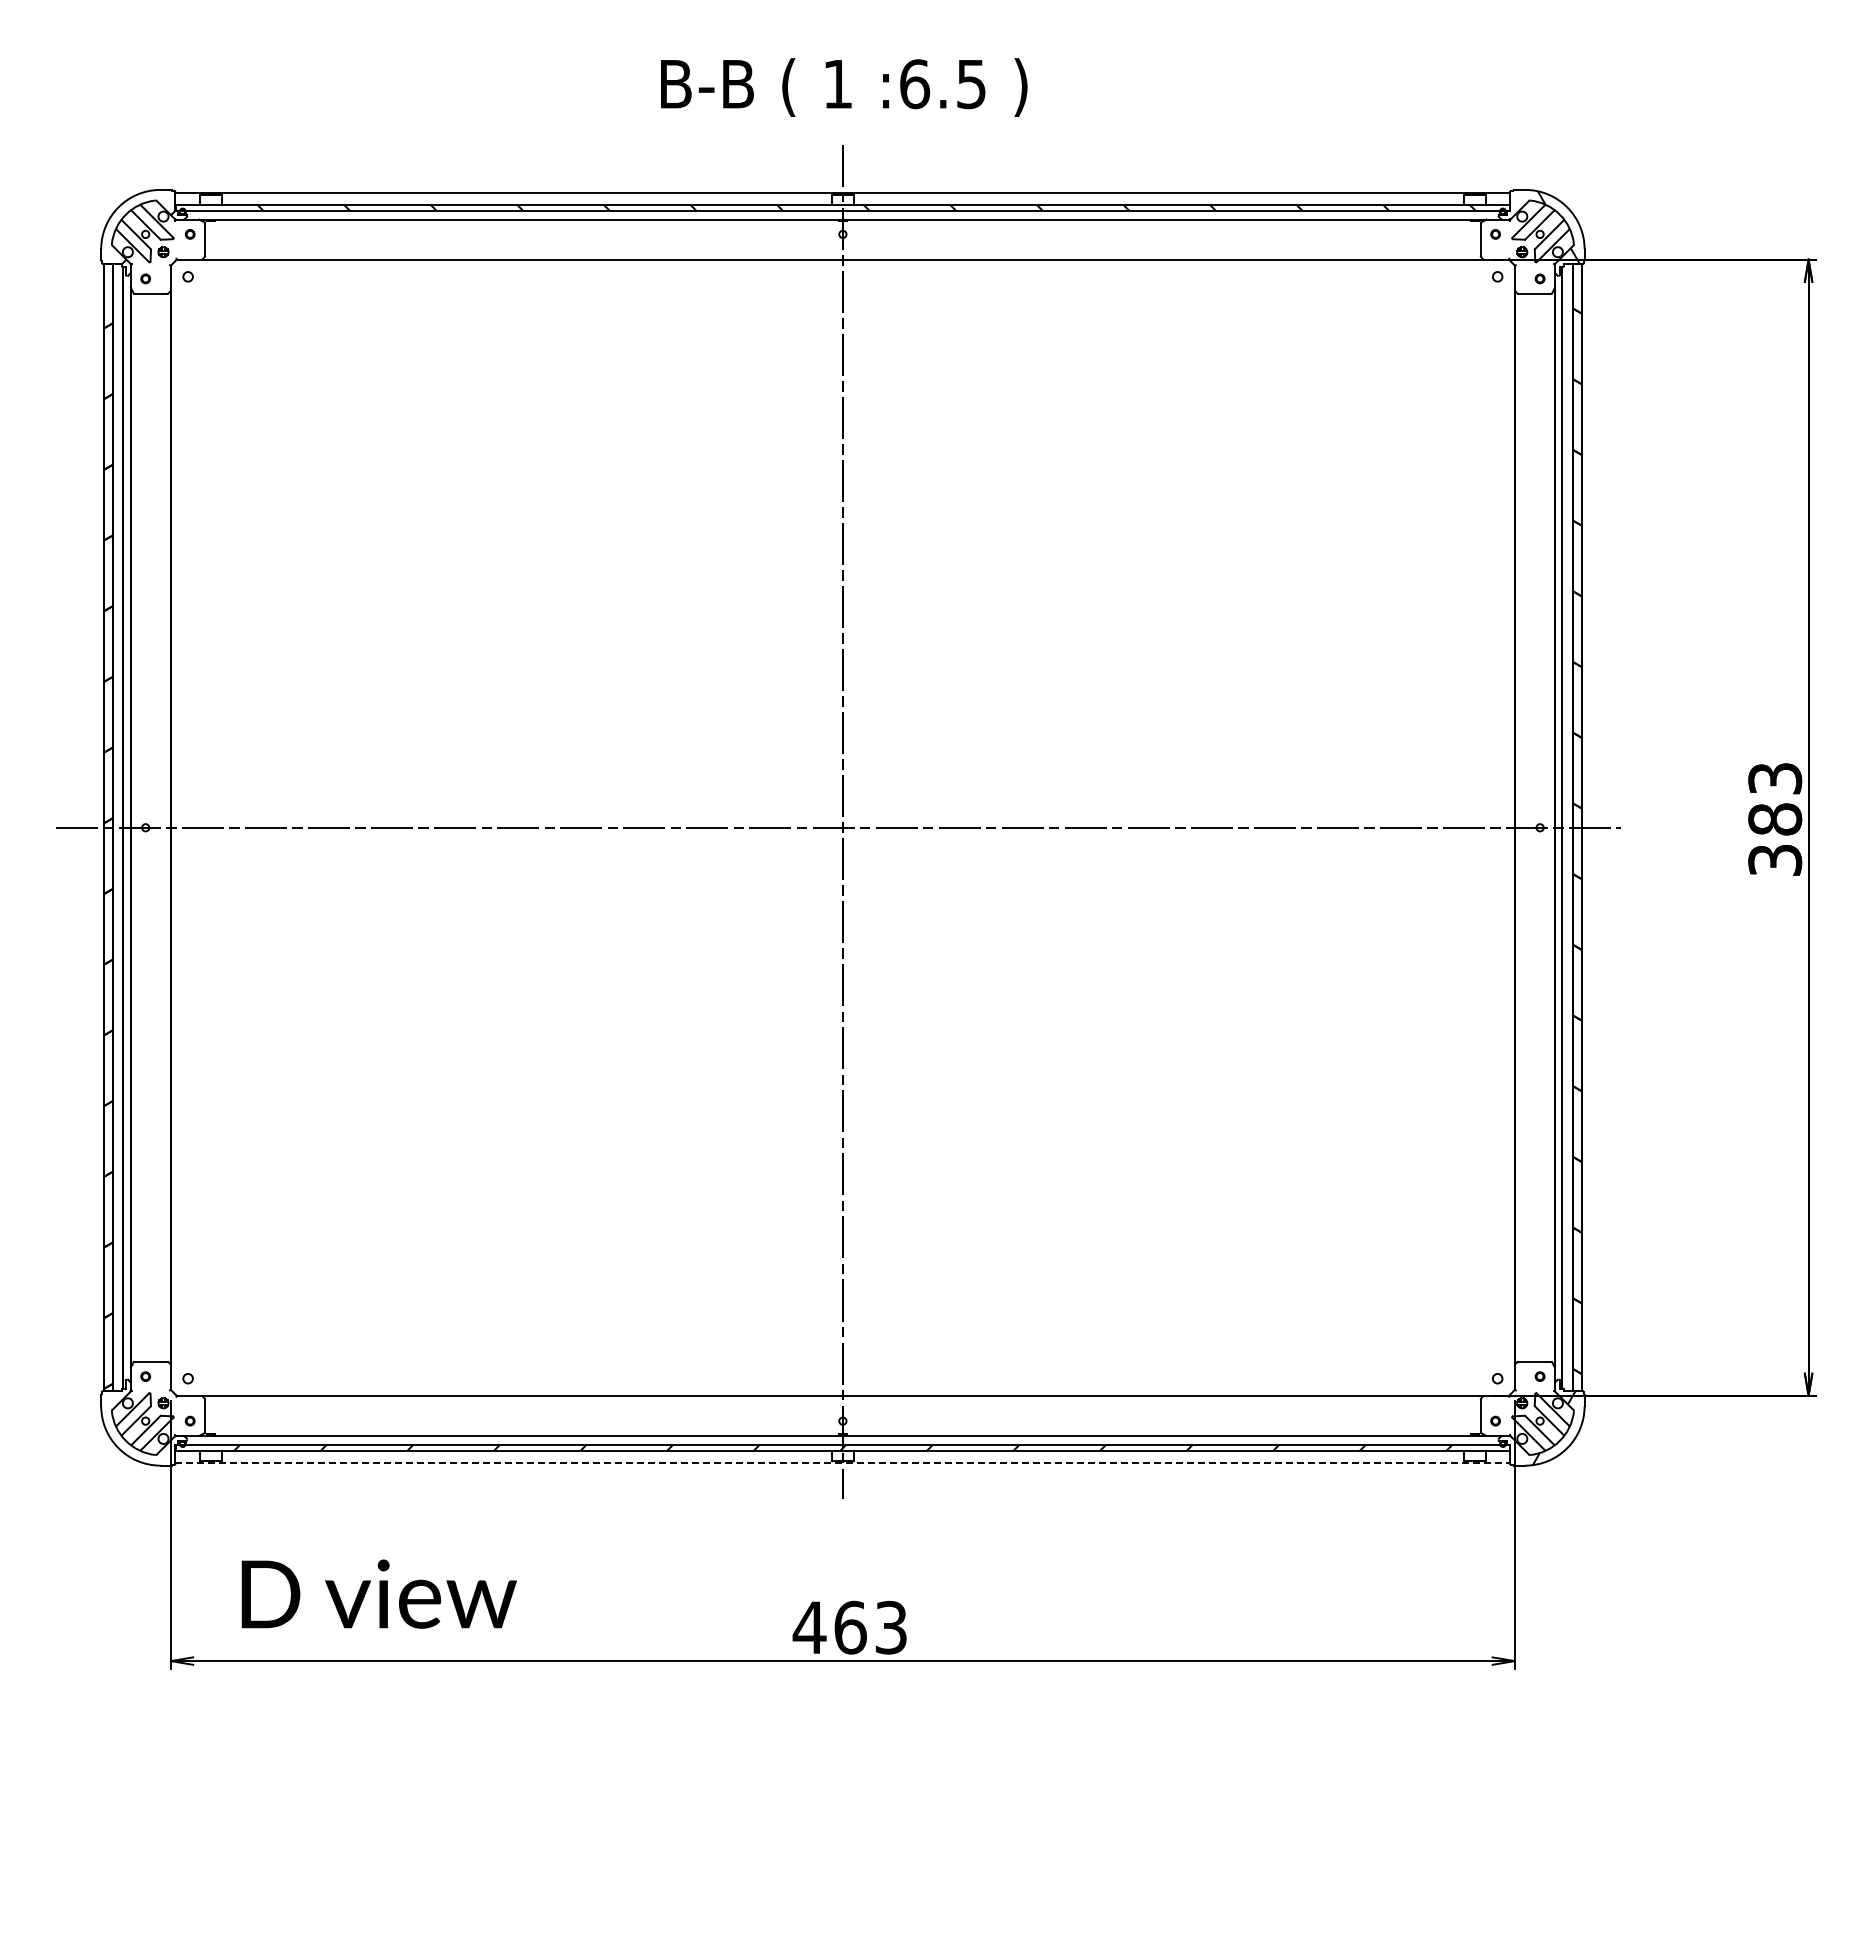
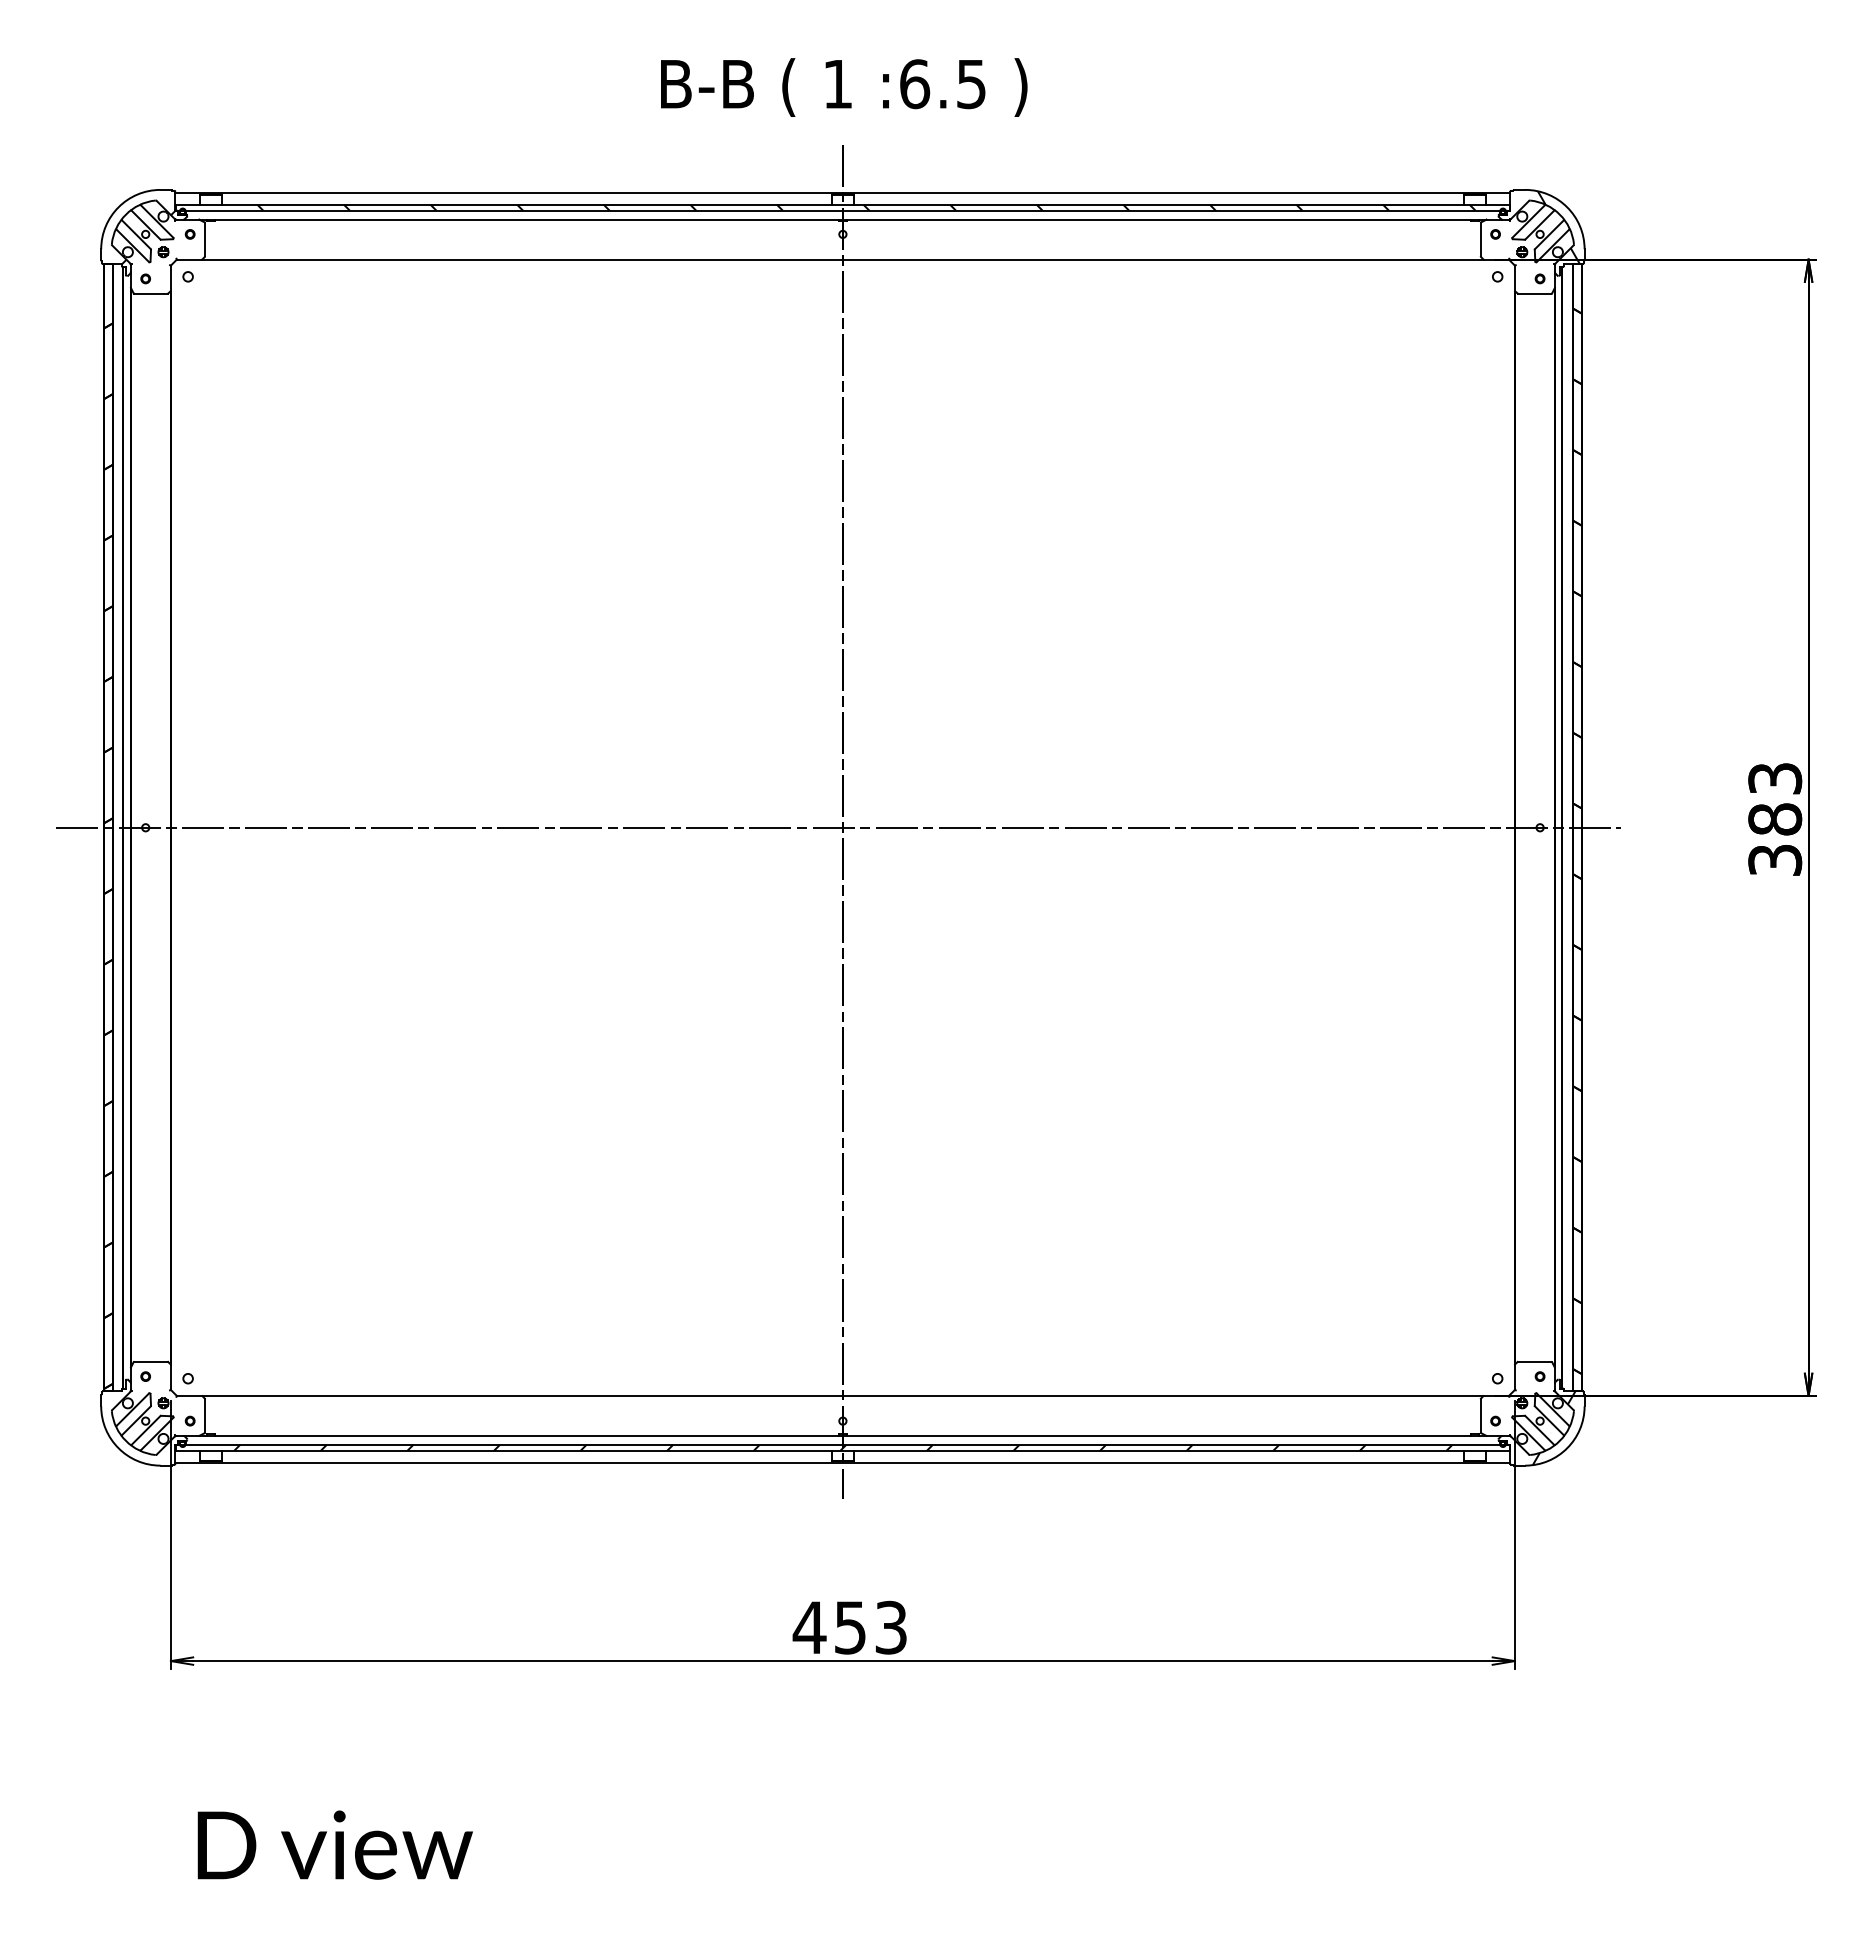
line at (842, 1462): dashed -> solid
text at (378, 1593) position: (378, 1593) -> (334, 1844)
text at (850, 1627): 463 -> 453
